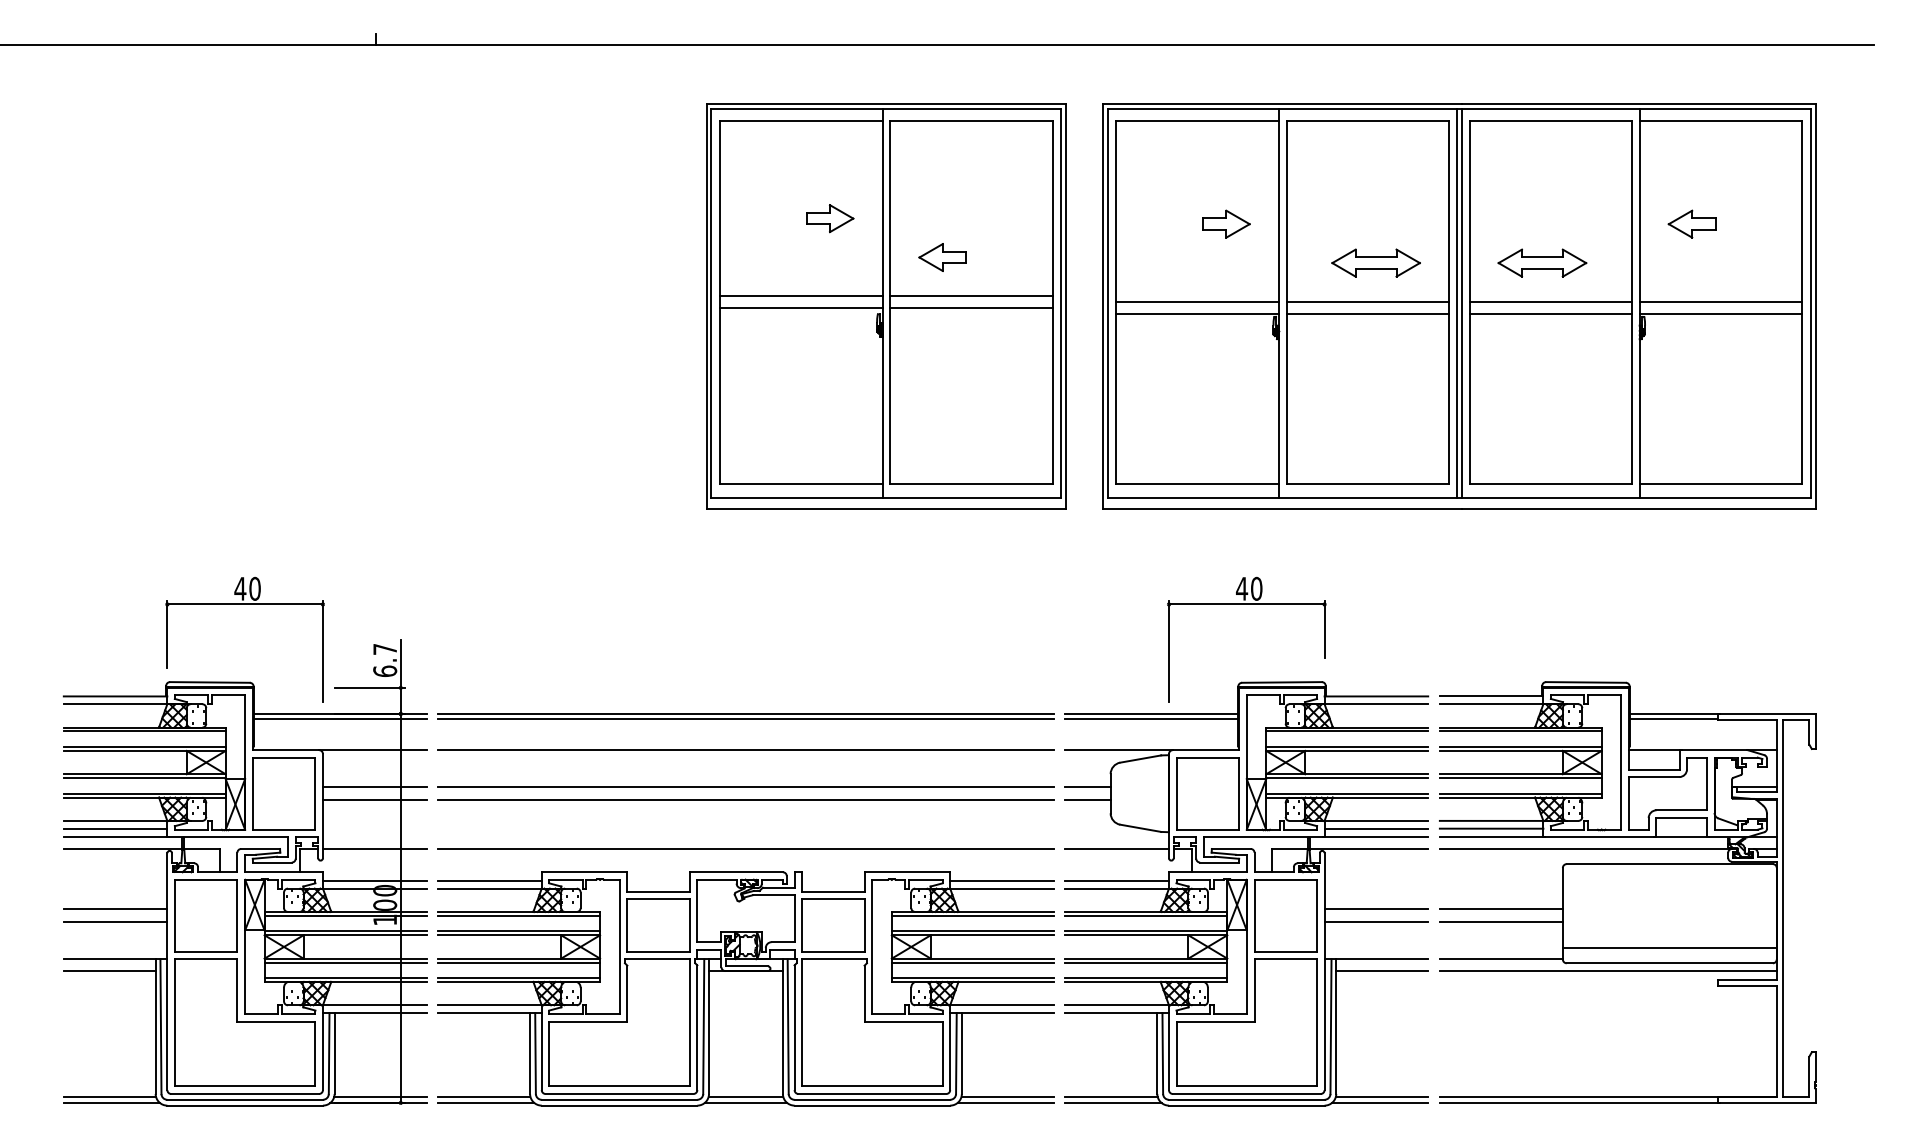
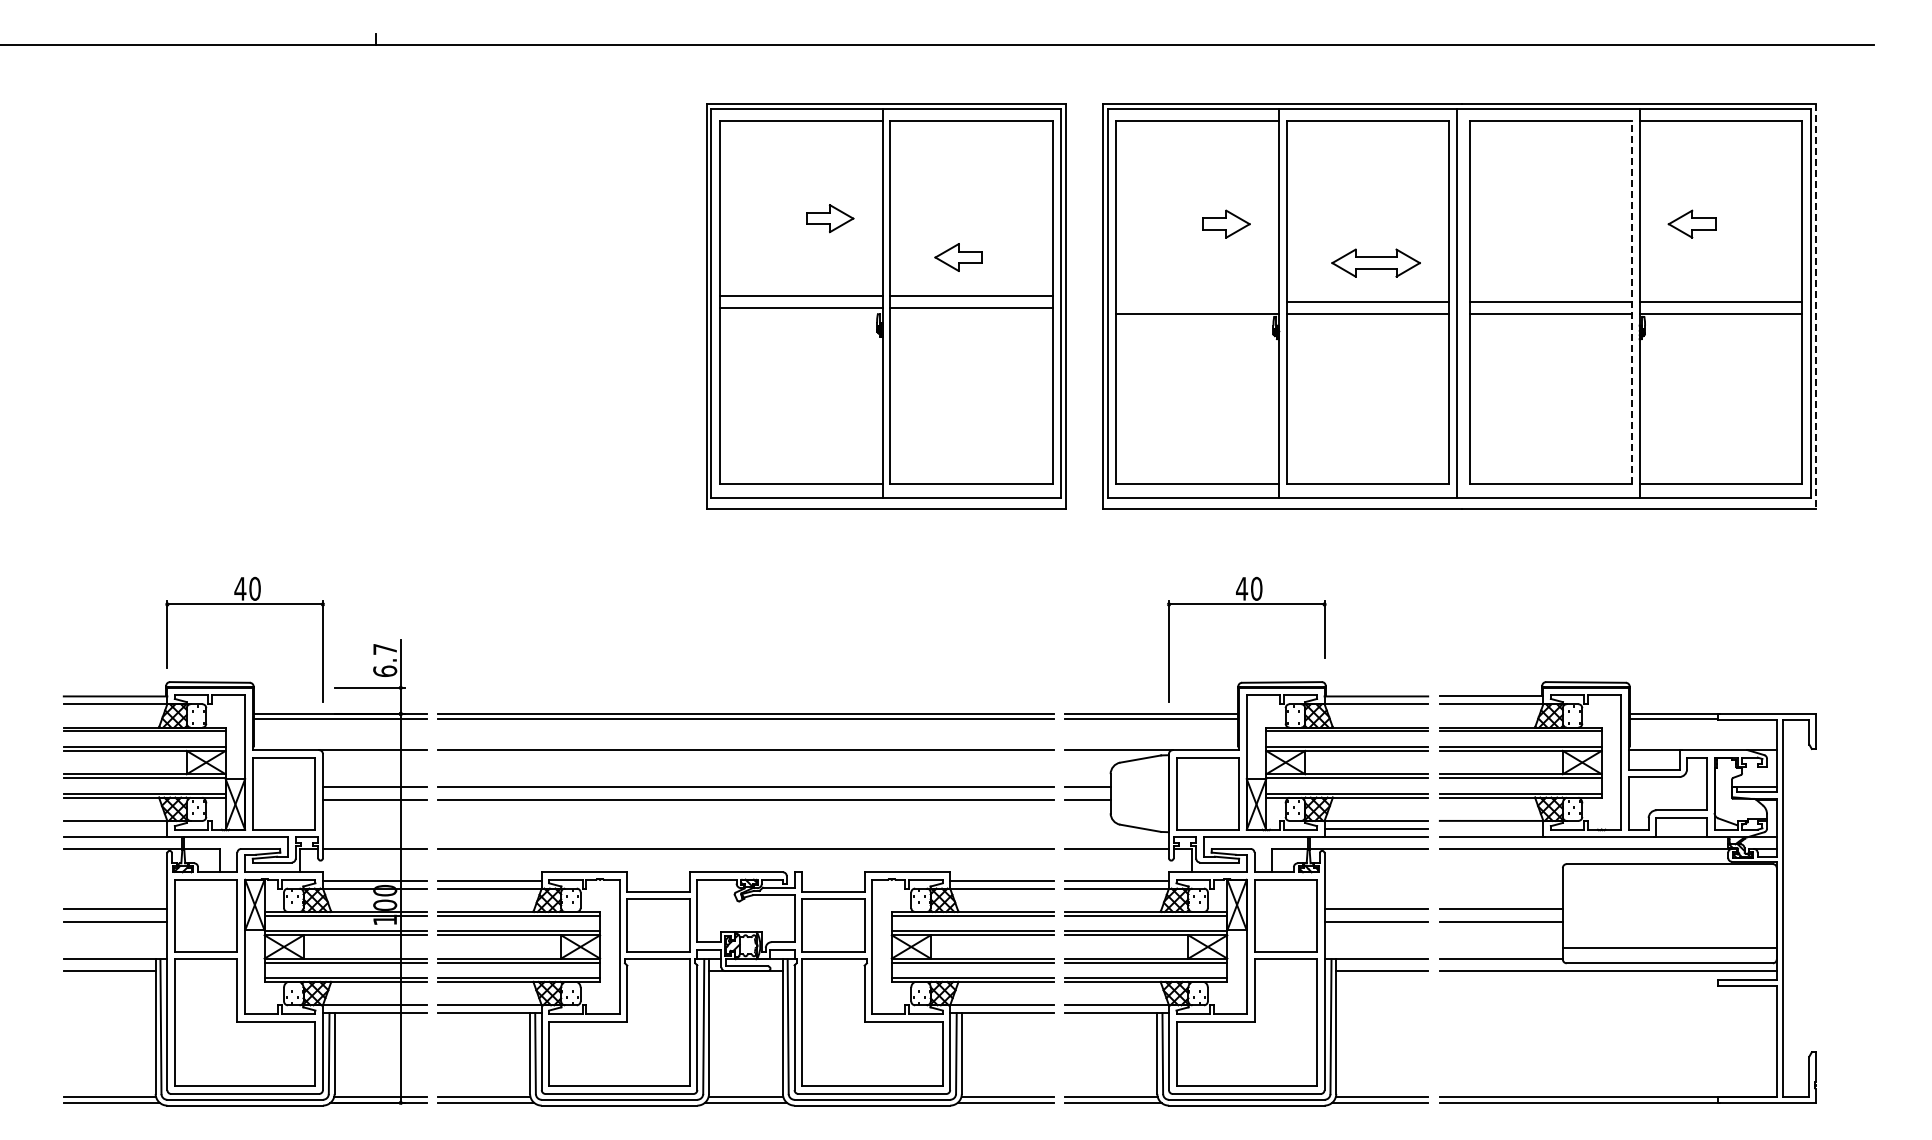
part at (942, 257) position: (942, 257) -> (958, 257)
part at (1542, 262): present -> none
line at (1197, 301): present -> none
line at (1631, 302): solid -> dashed
line at (1461, 303): present -> none
line at (1815, 306): solid -> dashed
line at (115, 828): present -> none
line at (1491, 828): present -> none
